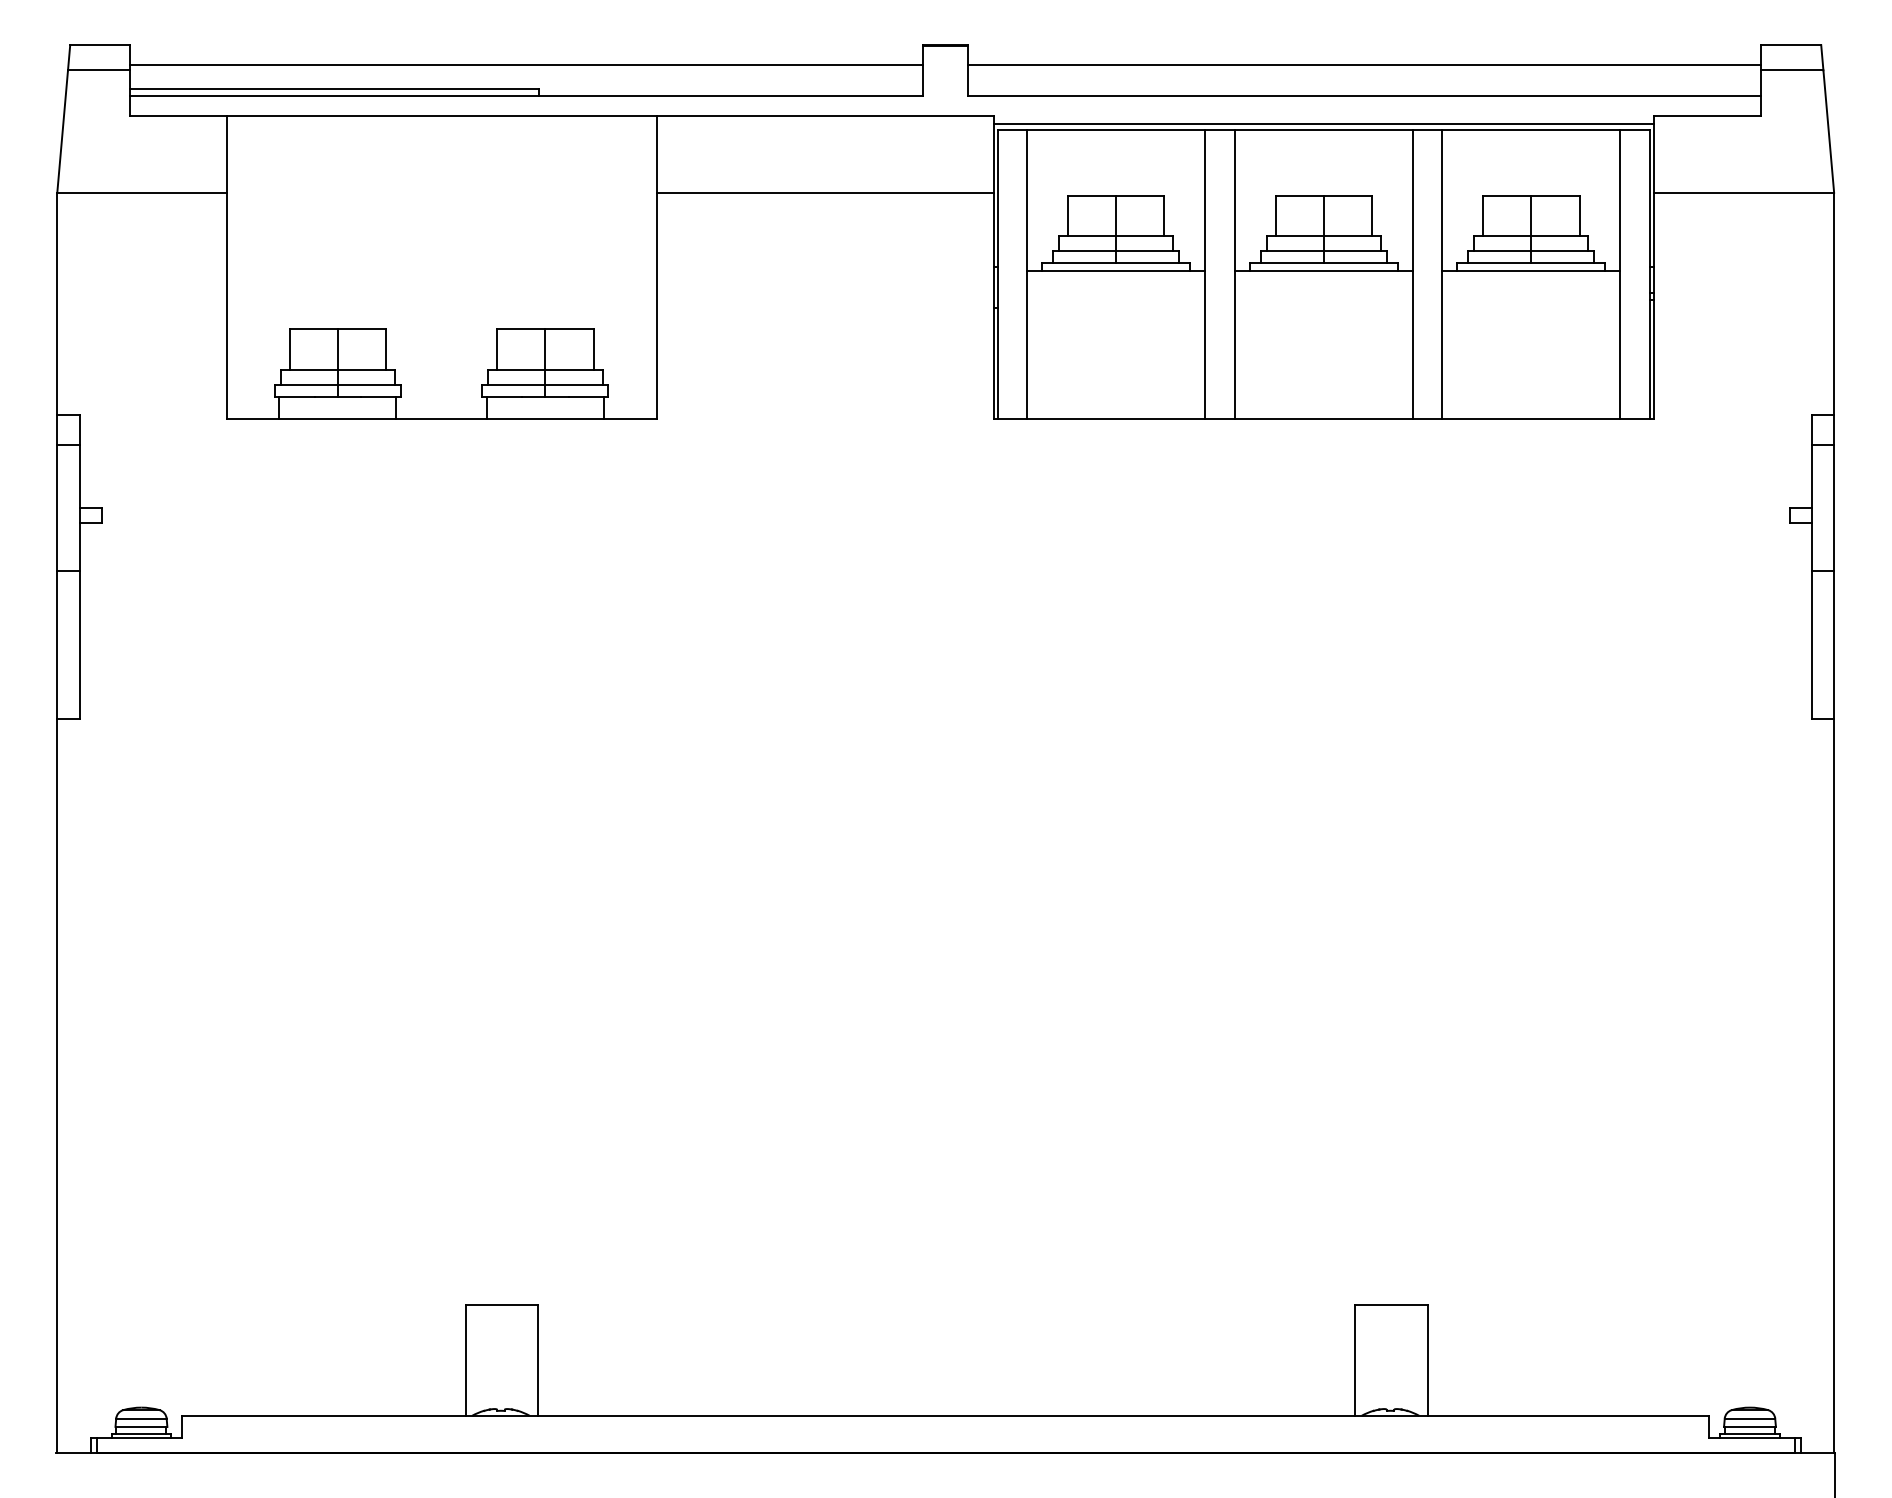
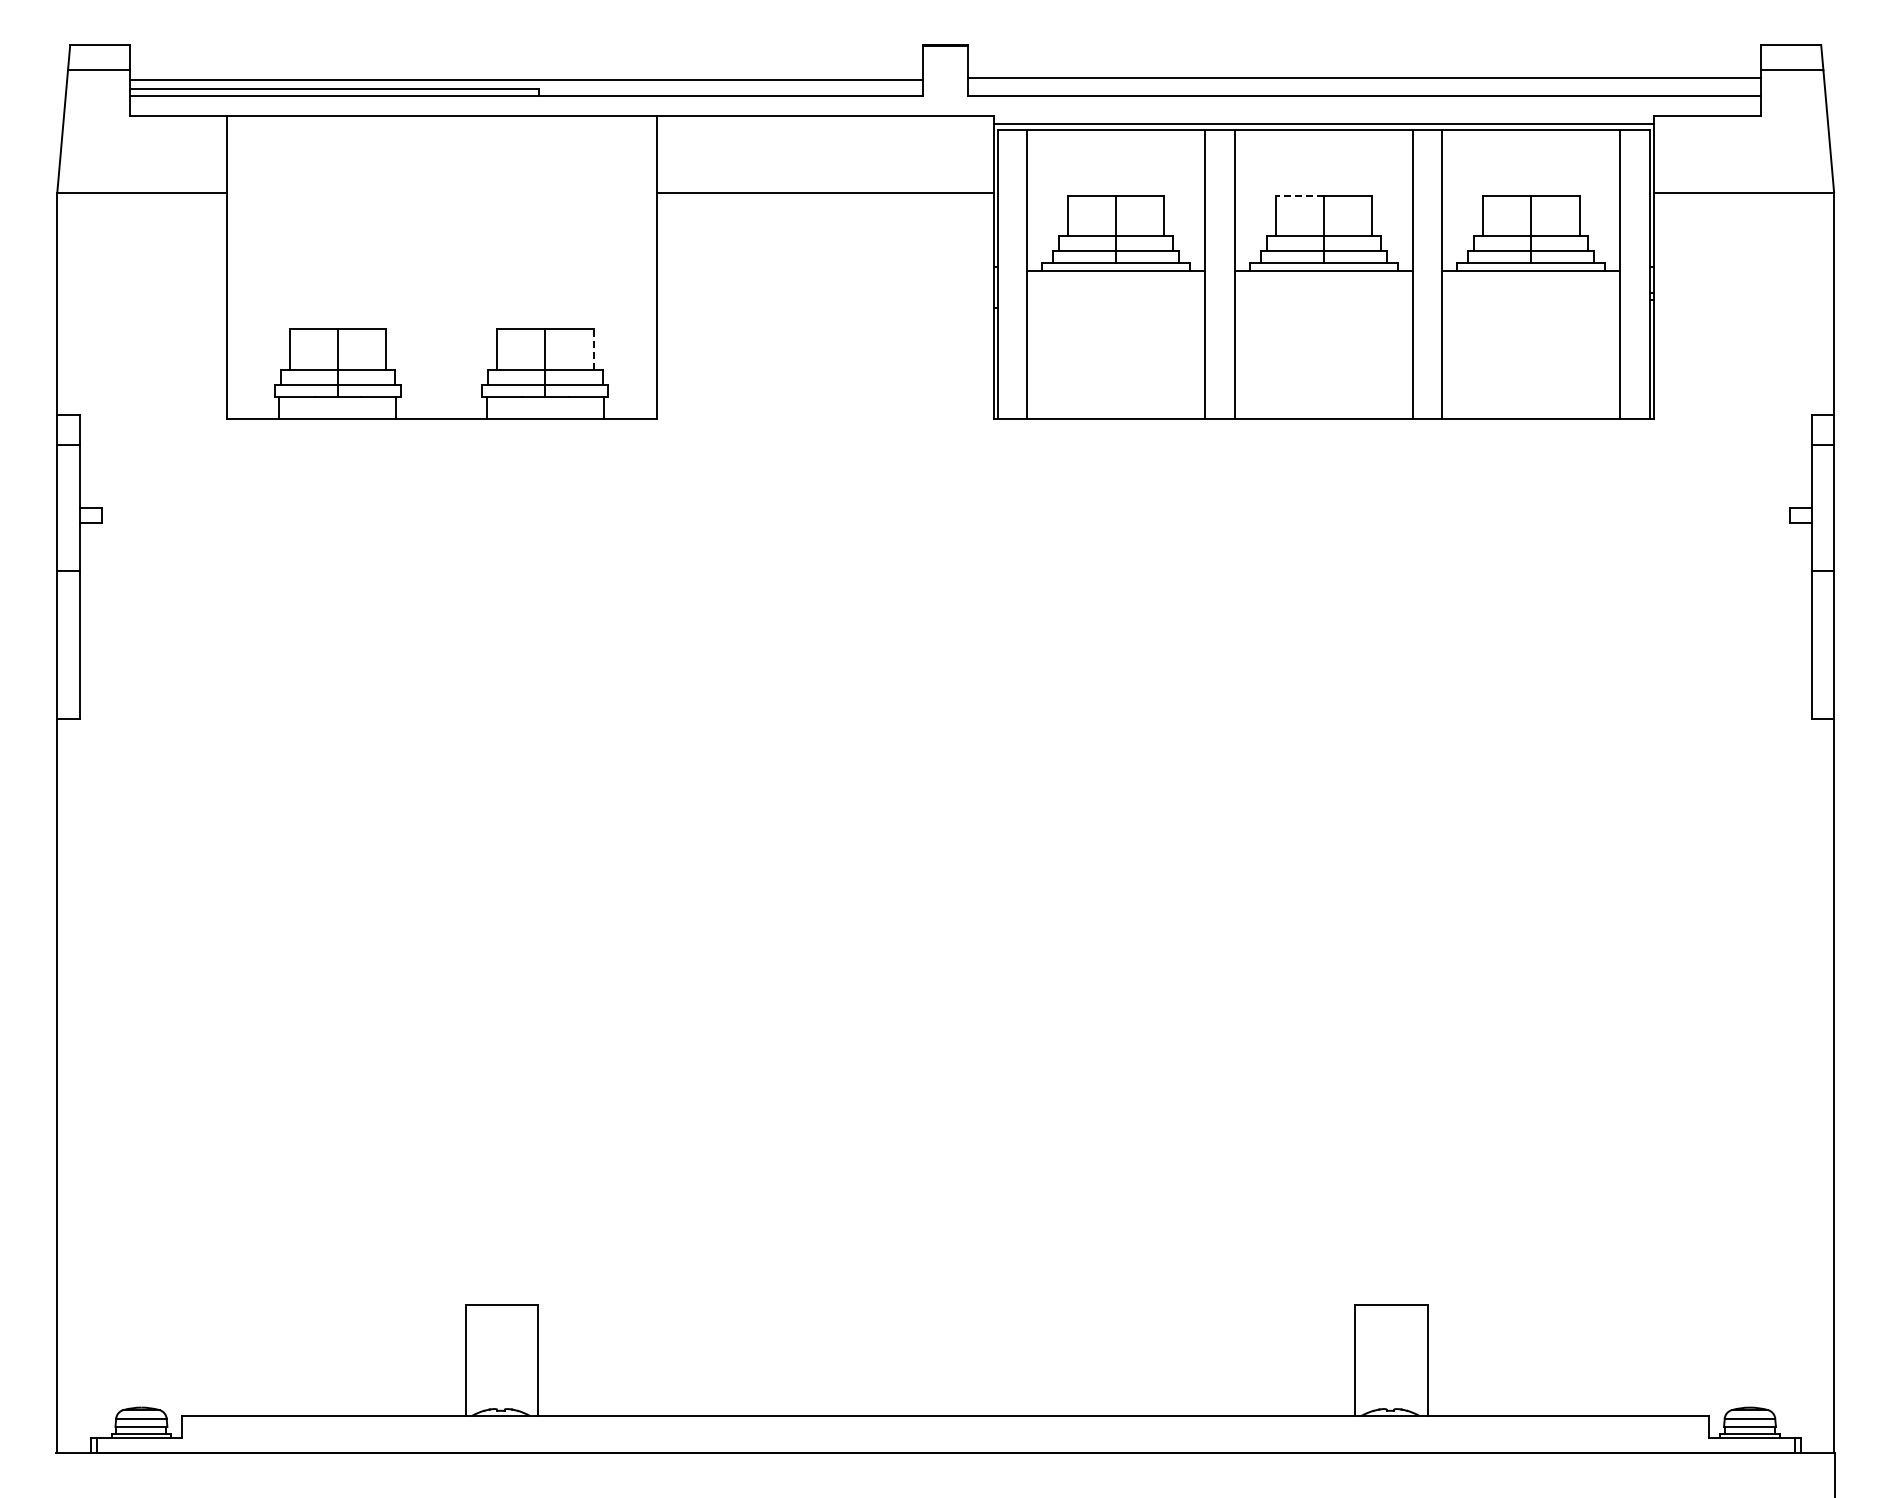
line at (526, 65) position: (526, 65) -> (526, 80)
line at (1364, 65) position: (1364, 65) -> (1364, 78)
line at (1299, 195): solid -> dashed
line at (593, 348): solid -> dashed
